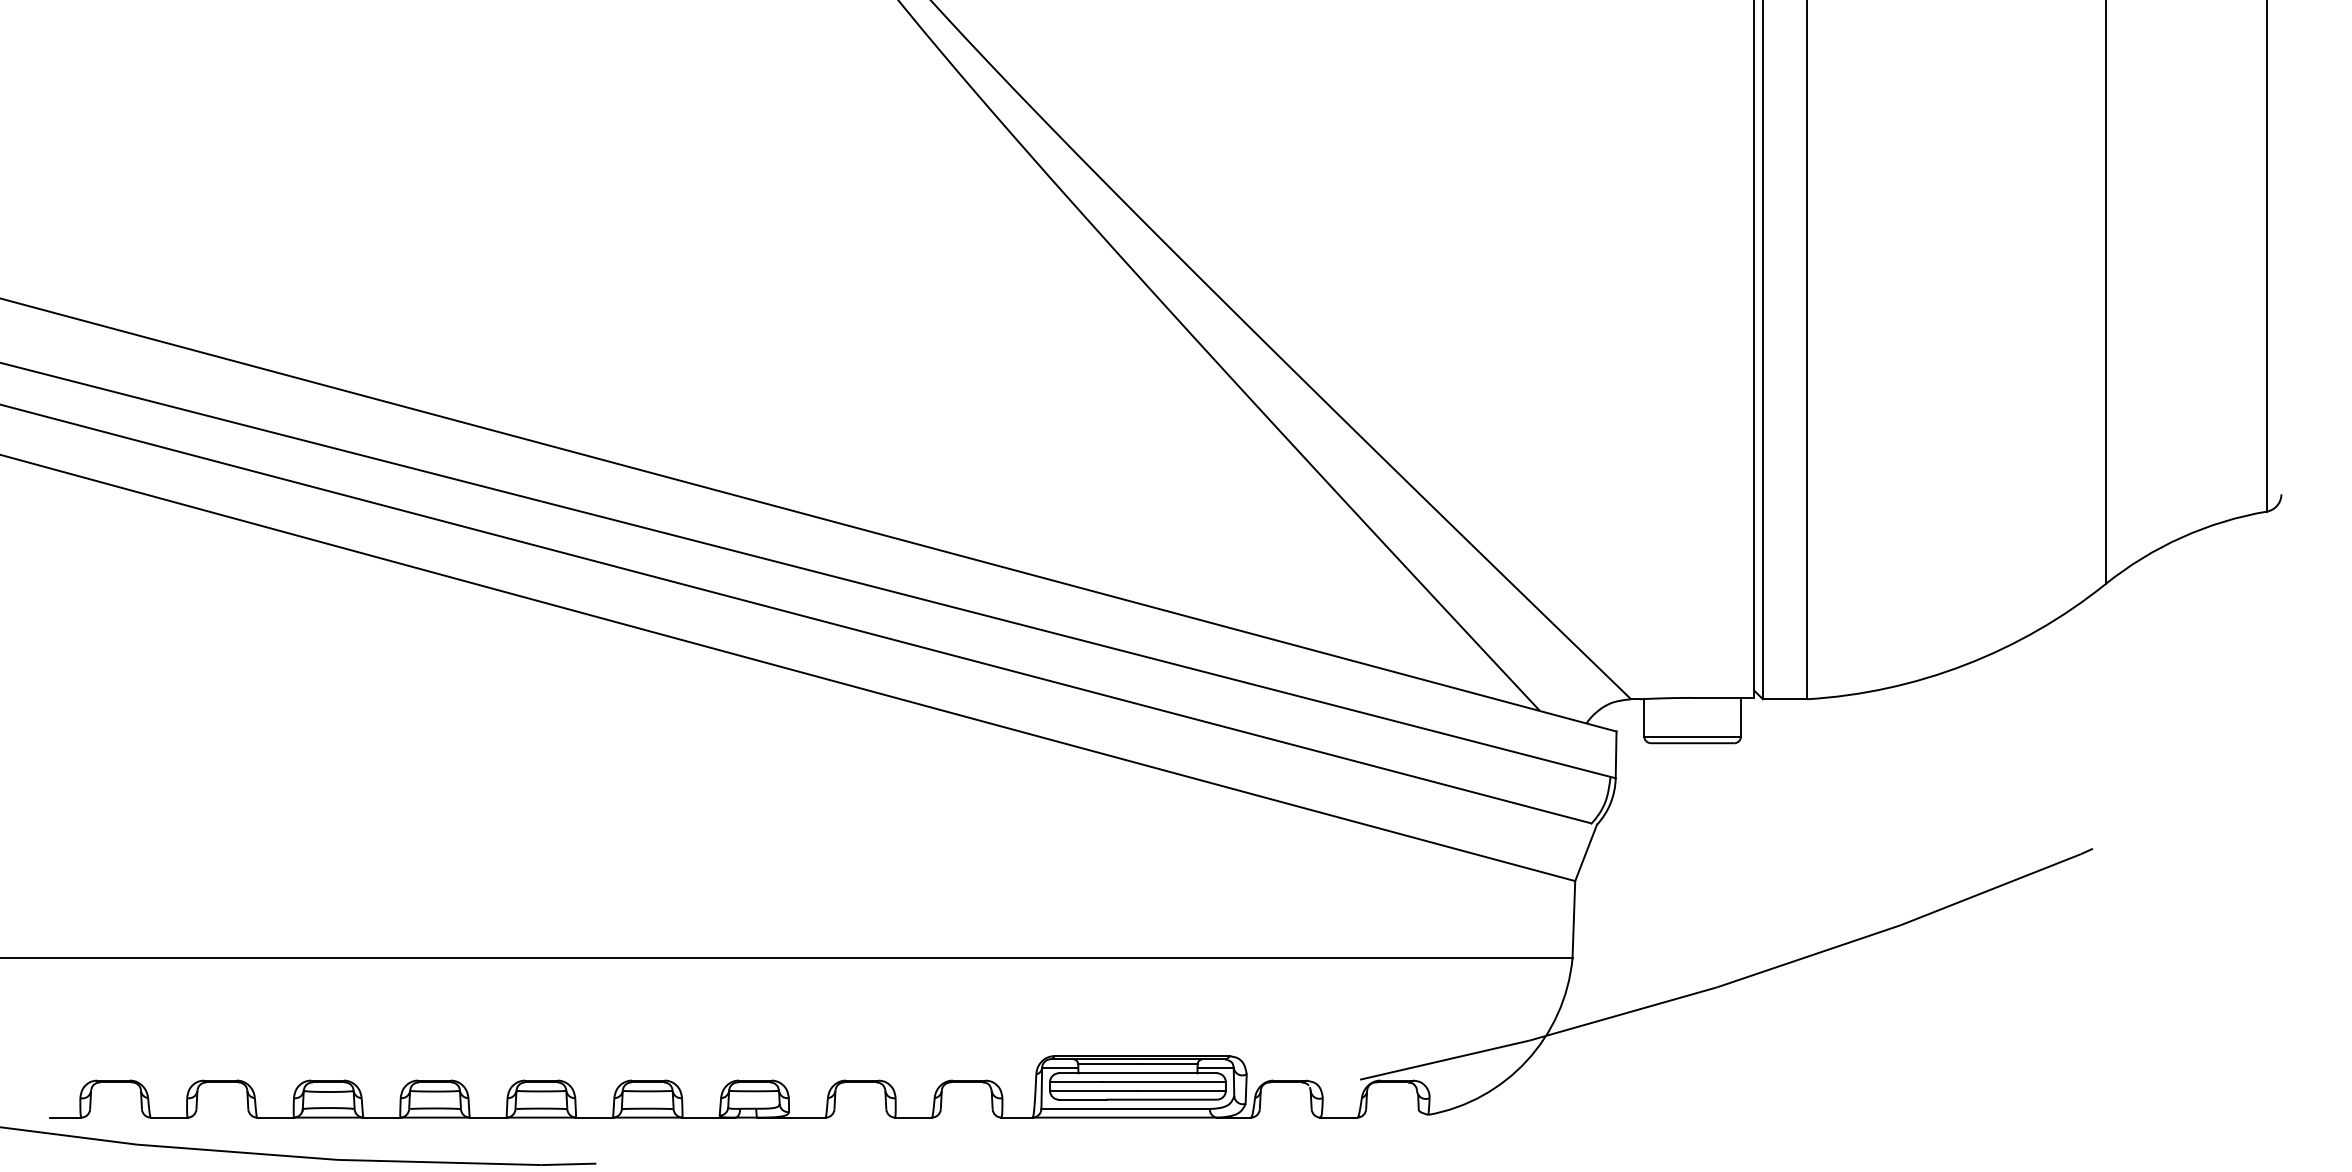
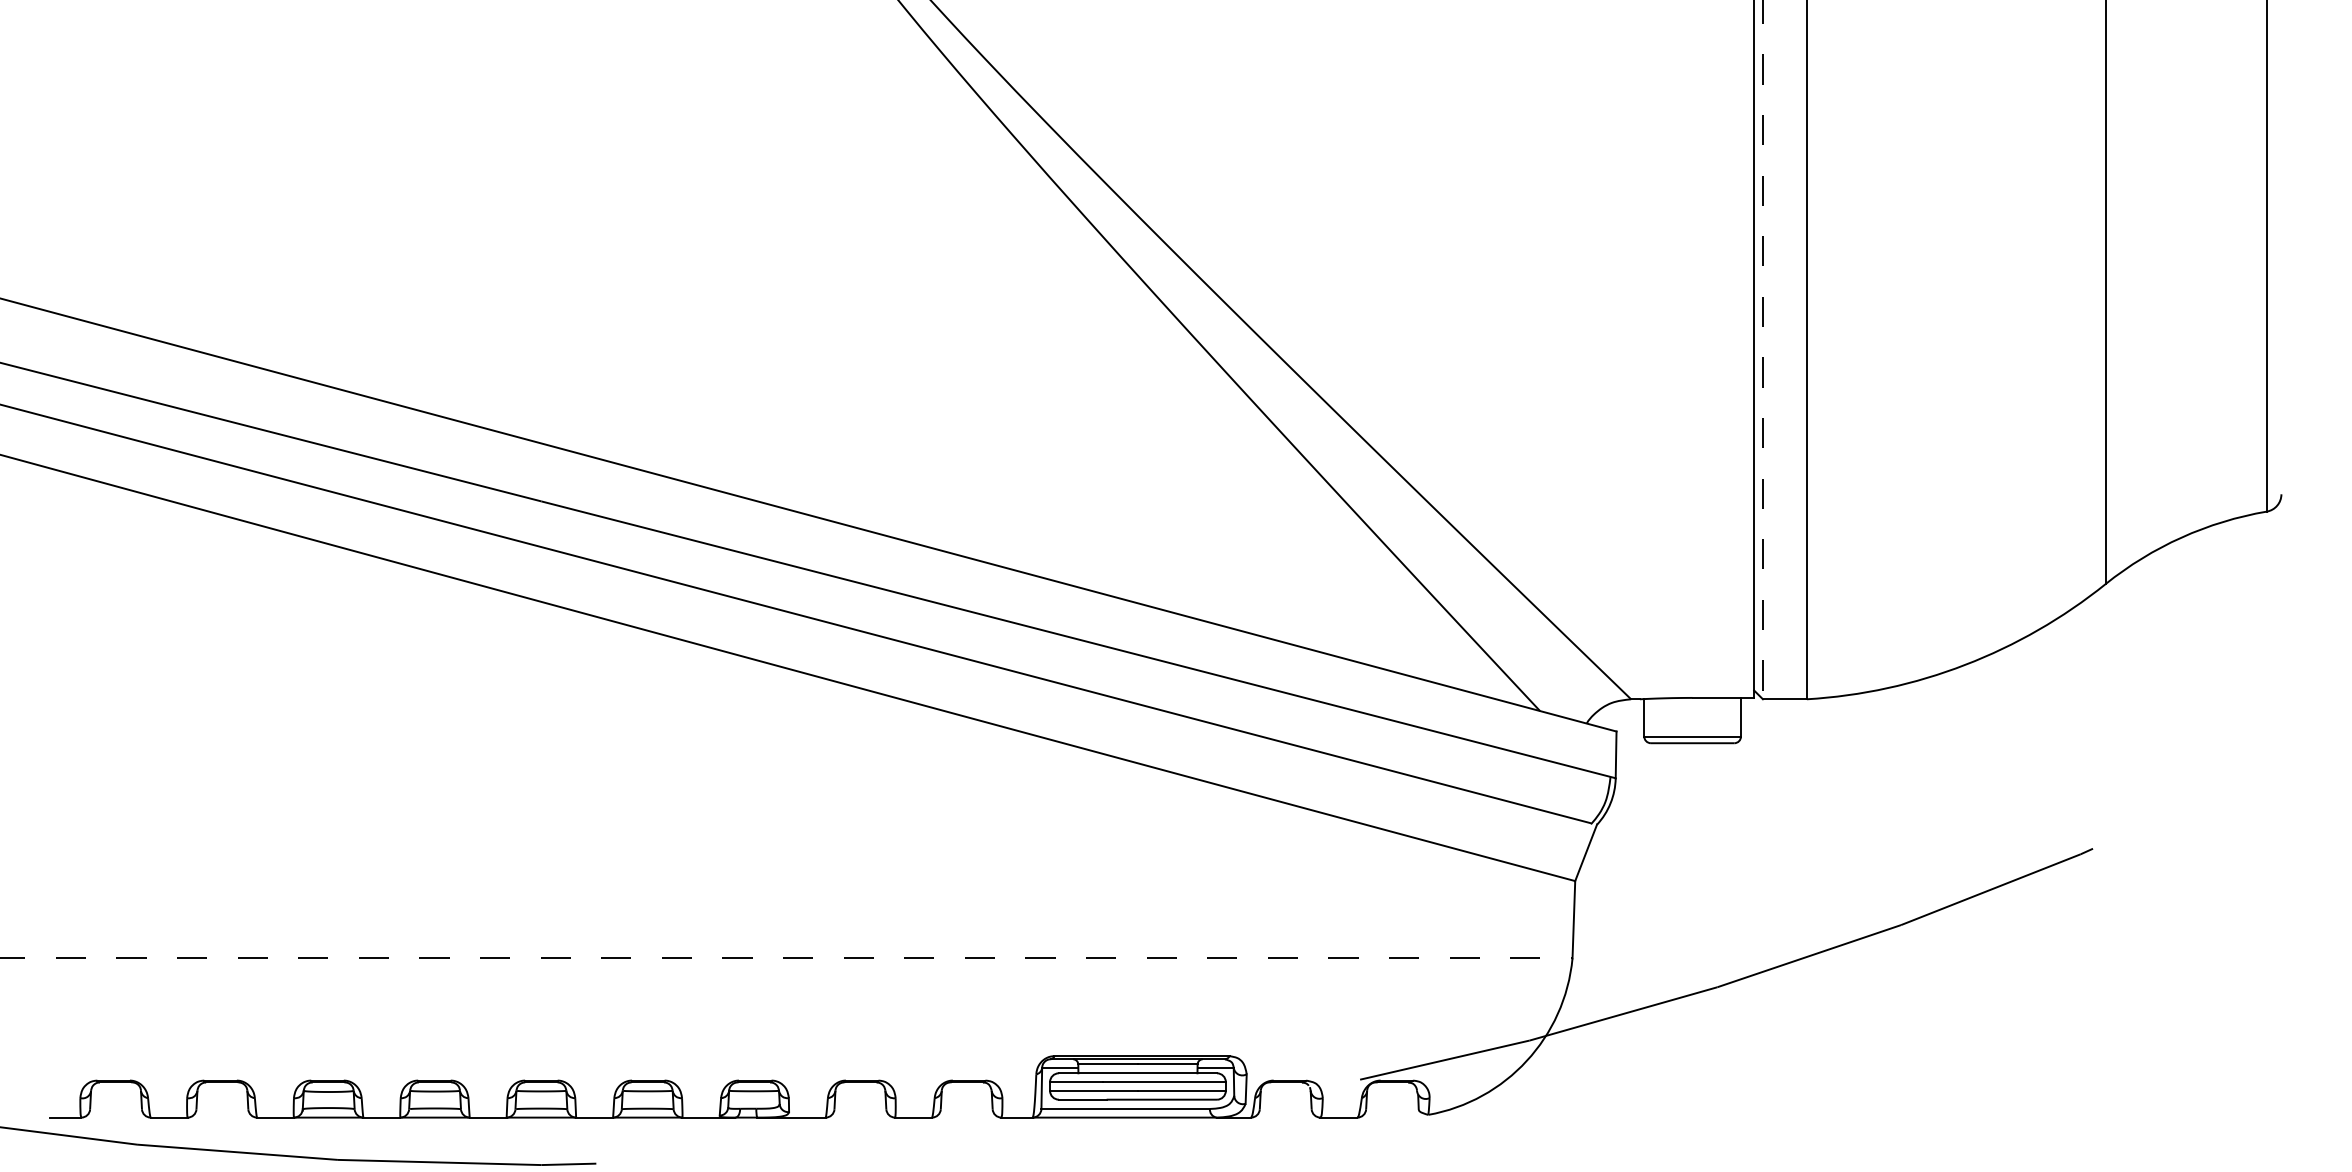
line at (1762, 350): solid -> dashed
line at (786, 958): solid -> dashed
